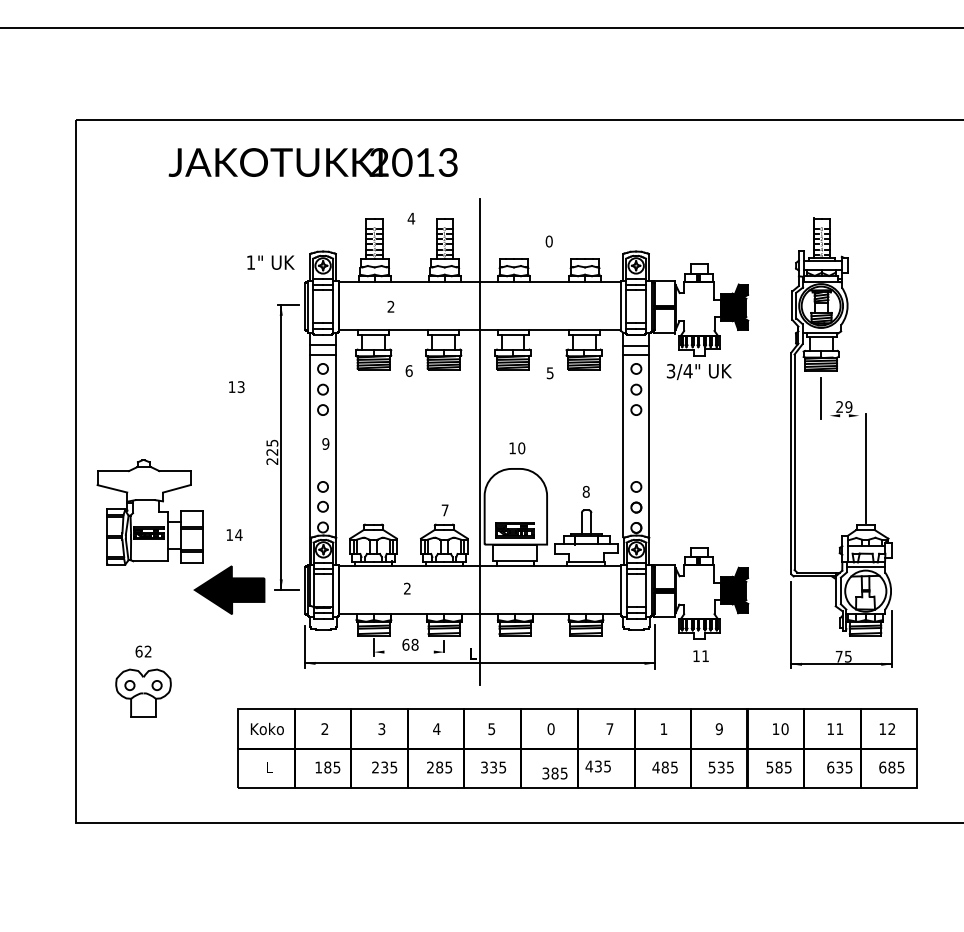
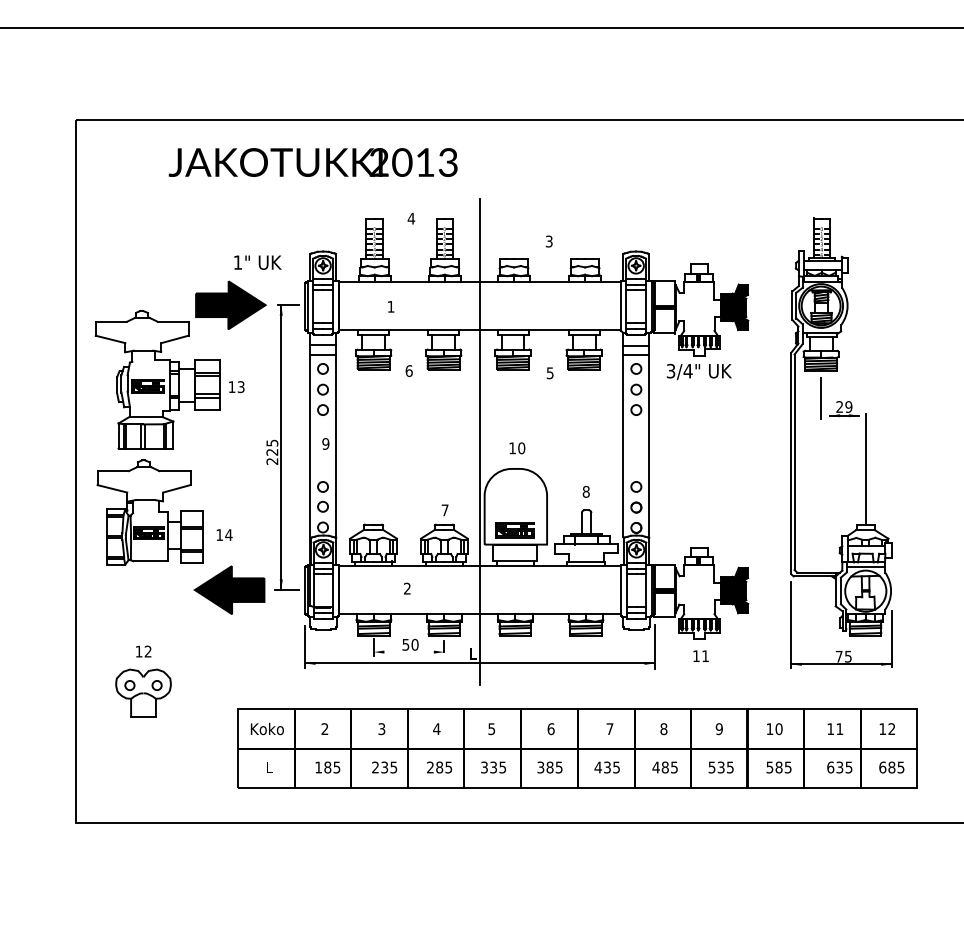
text at (548, 241): 0 -> 3
text at (270, 262) position: (270, 262) -> (257, 262)
text at (390, 306): 2 -> 1
part at (180, 364): none -> present
line at (844, 415): none -> present
text at (234, 534) position: (234, 534) -> (224, 534)
text at (410, 644): 68 -> 50
text at (138, 651): 62 -> 12
text at (550, 728): 0 -> 6
text at (663, 729): 1 -> 8
text at (780, 729) position: (780, 729) -> (774, 729)
text at (597, 766) position: (597, 766) -> (606, 767)
text at (554, 773) position: (554, 773) -> (549, 767)
